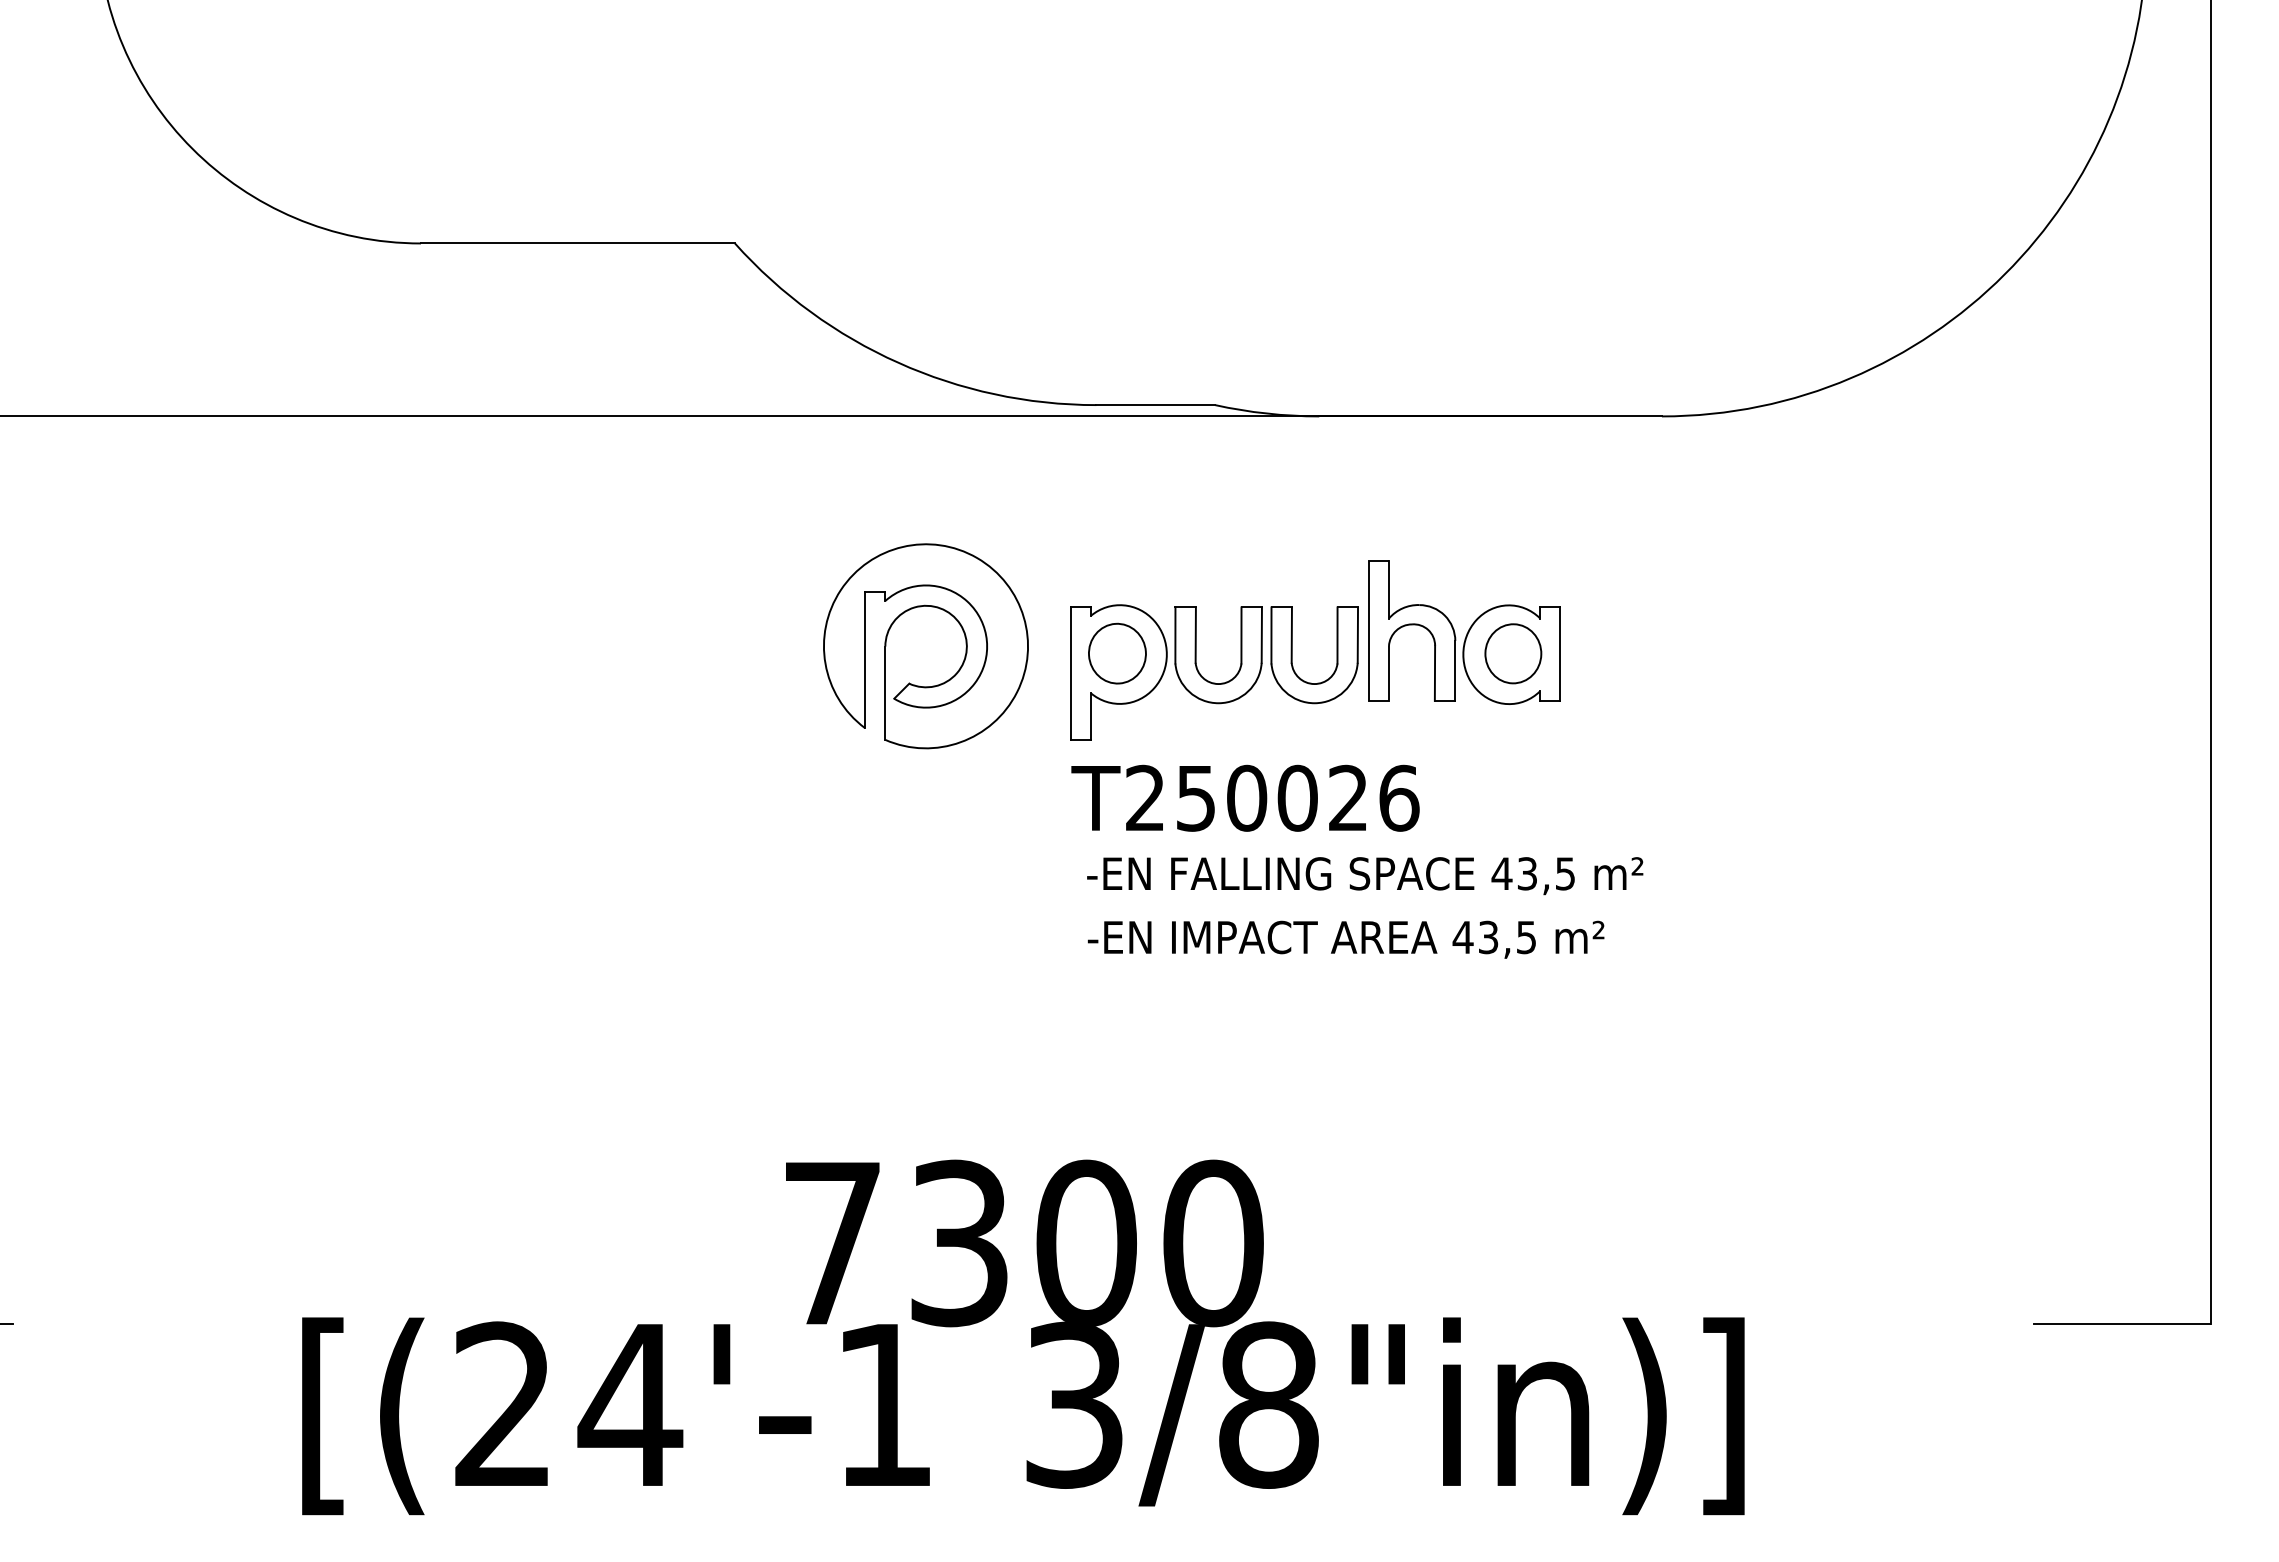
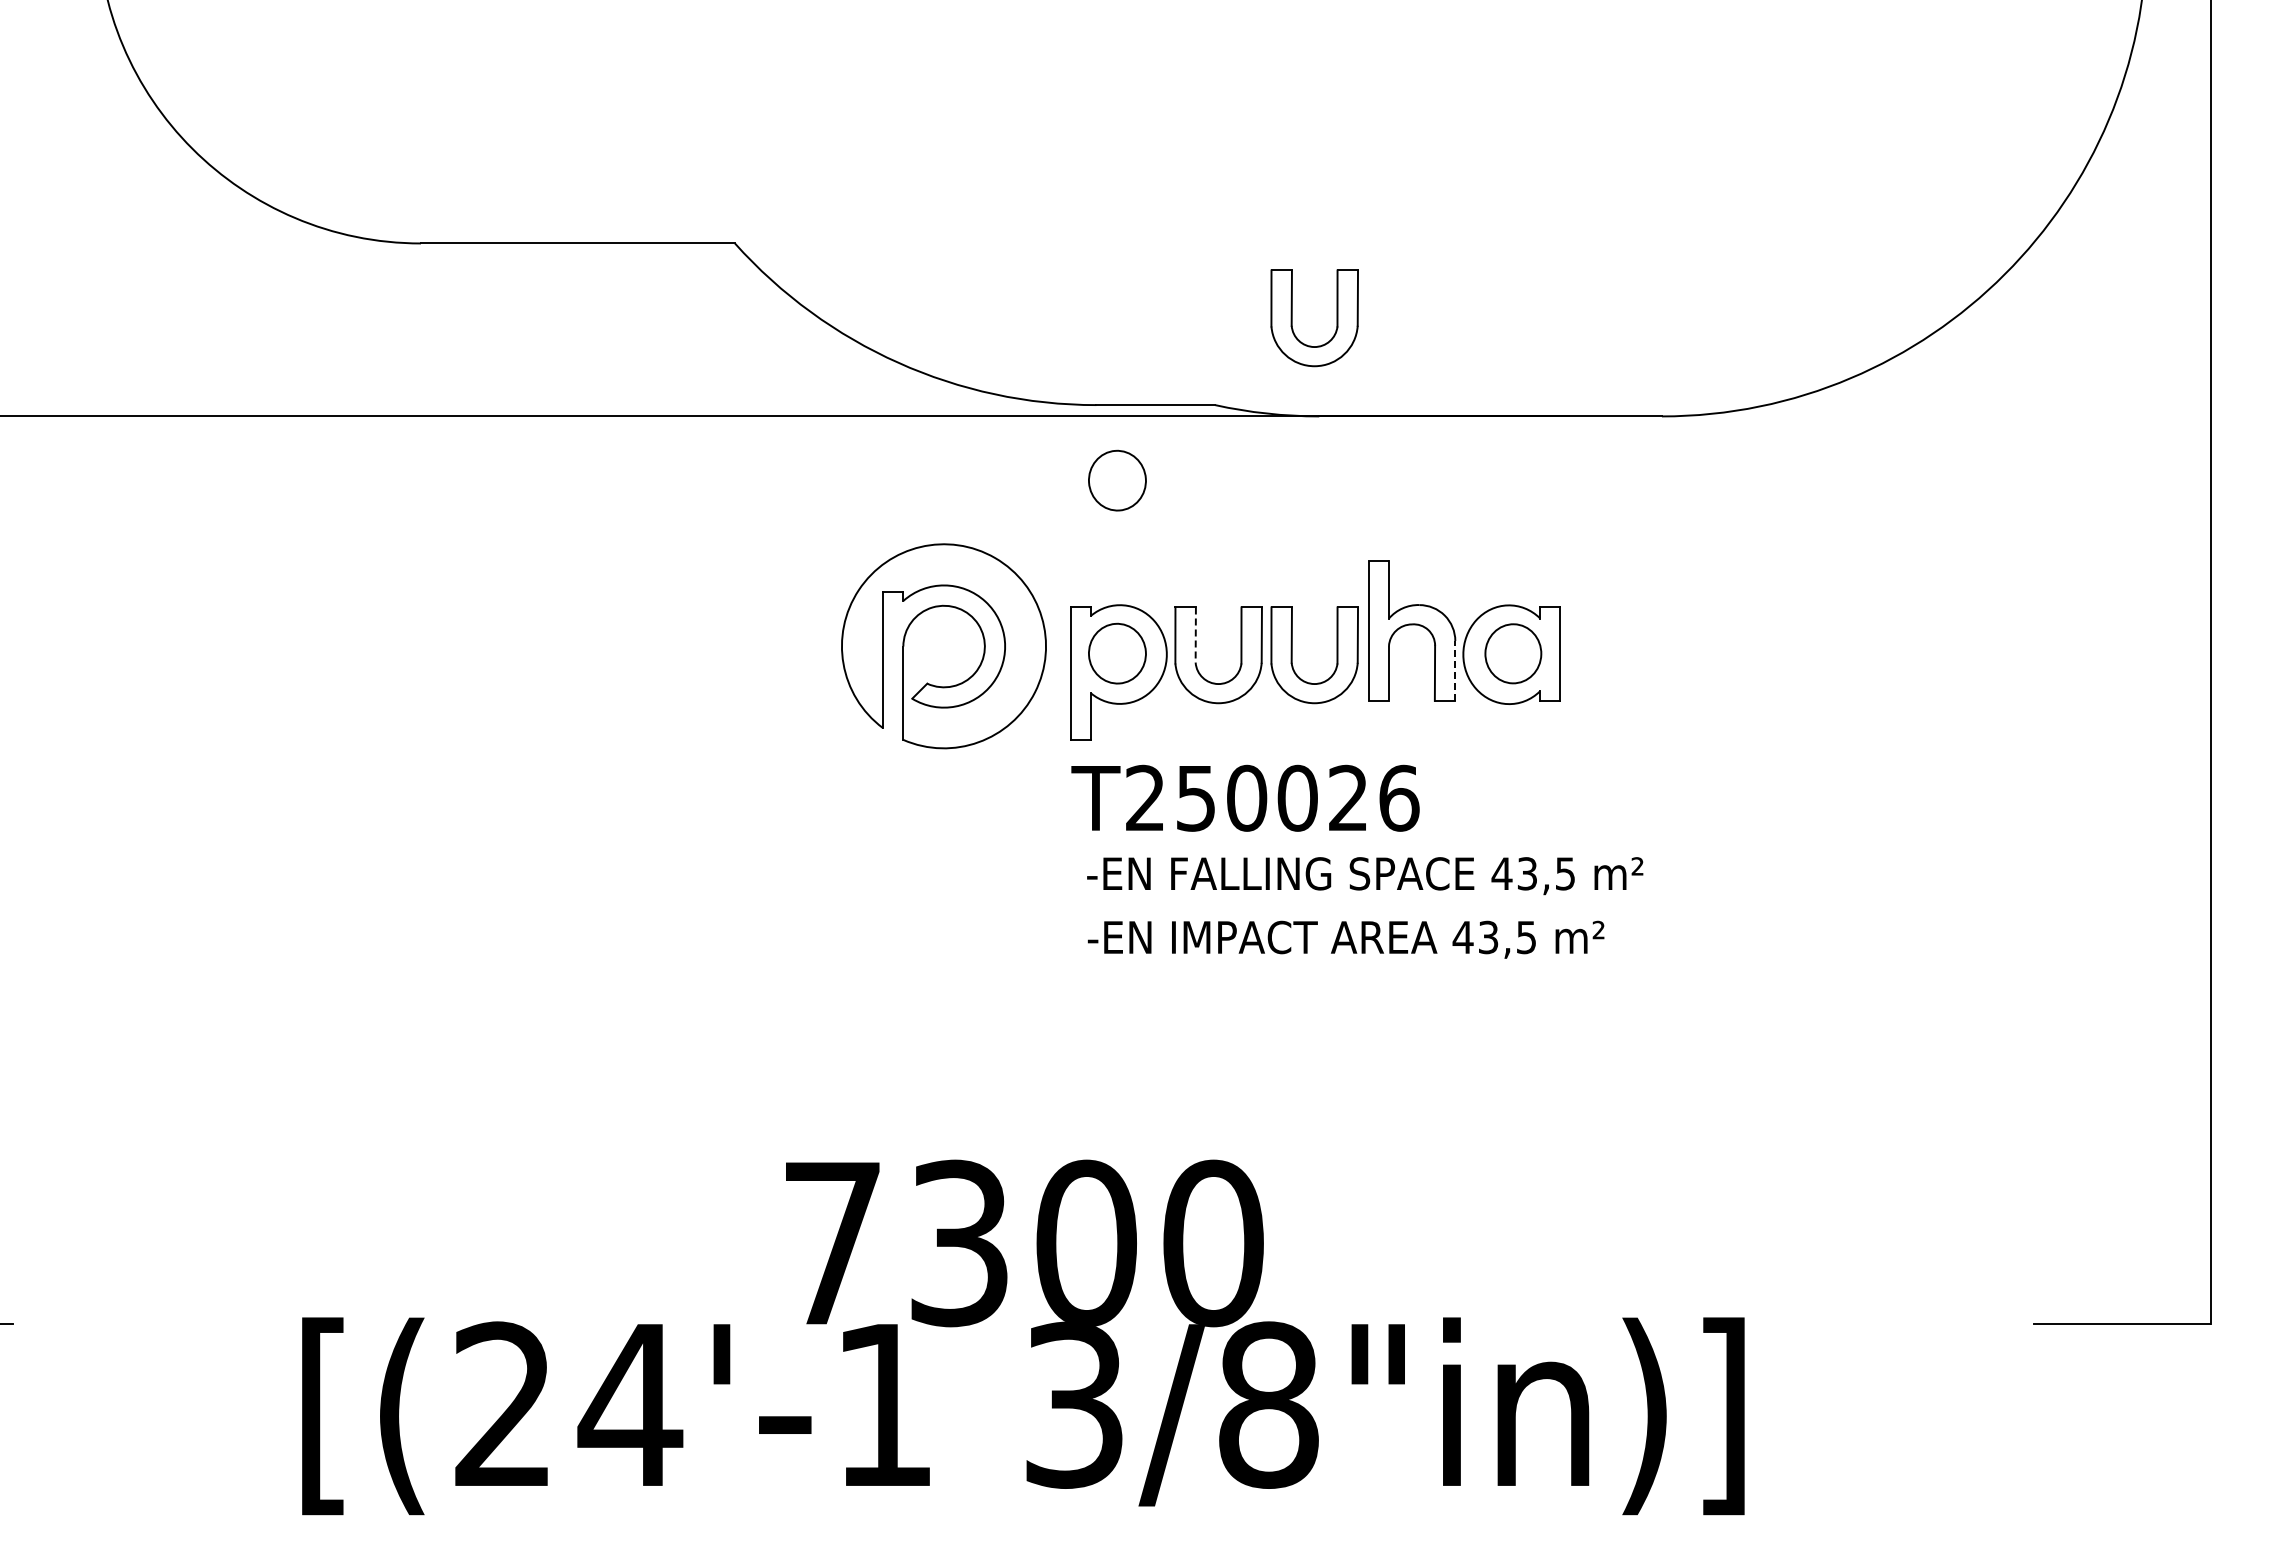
part at (1292, 318): none -> present
part at (1117, 480): none -> present
line at (1195, 635): solid -> dashed
part at (925, 646) position: (925, 646) -> (943, 646)
line at (1455, 670): solid -> dashed
